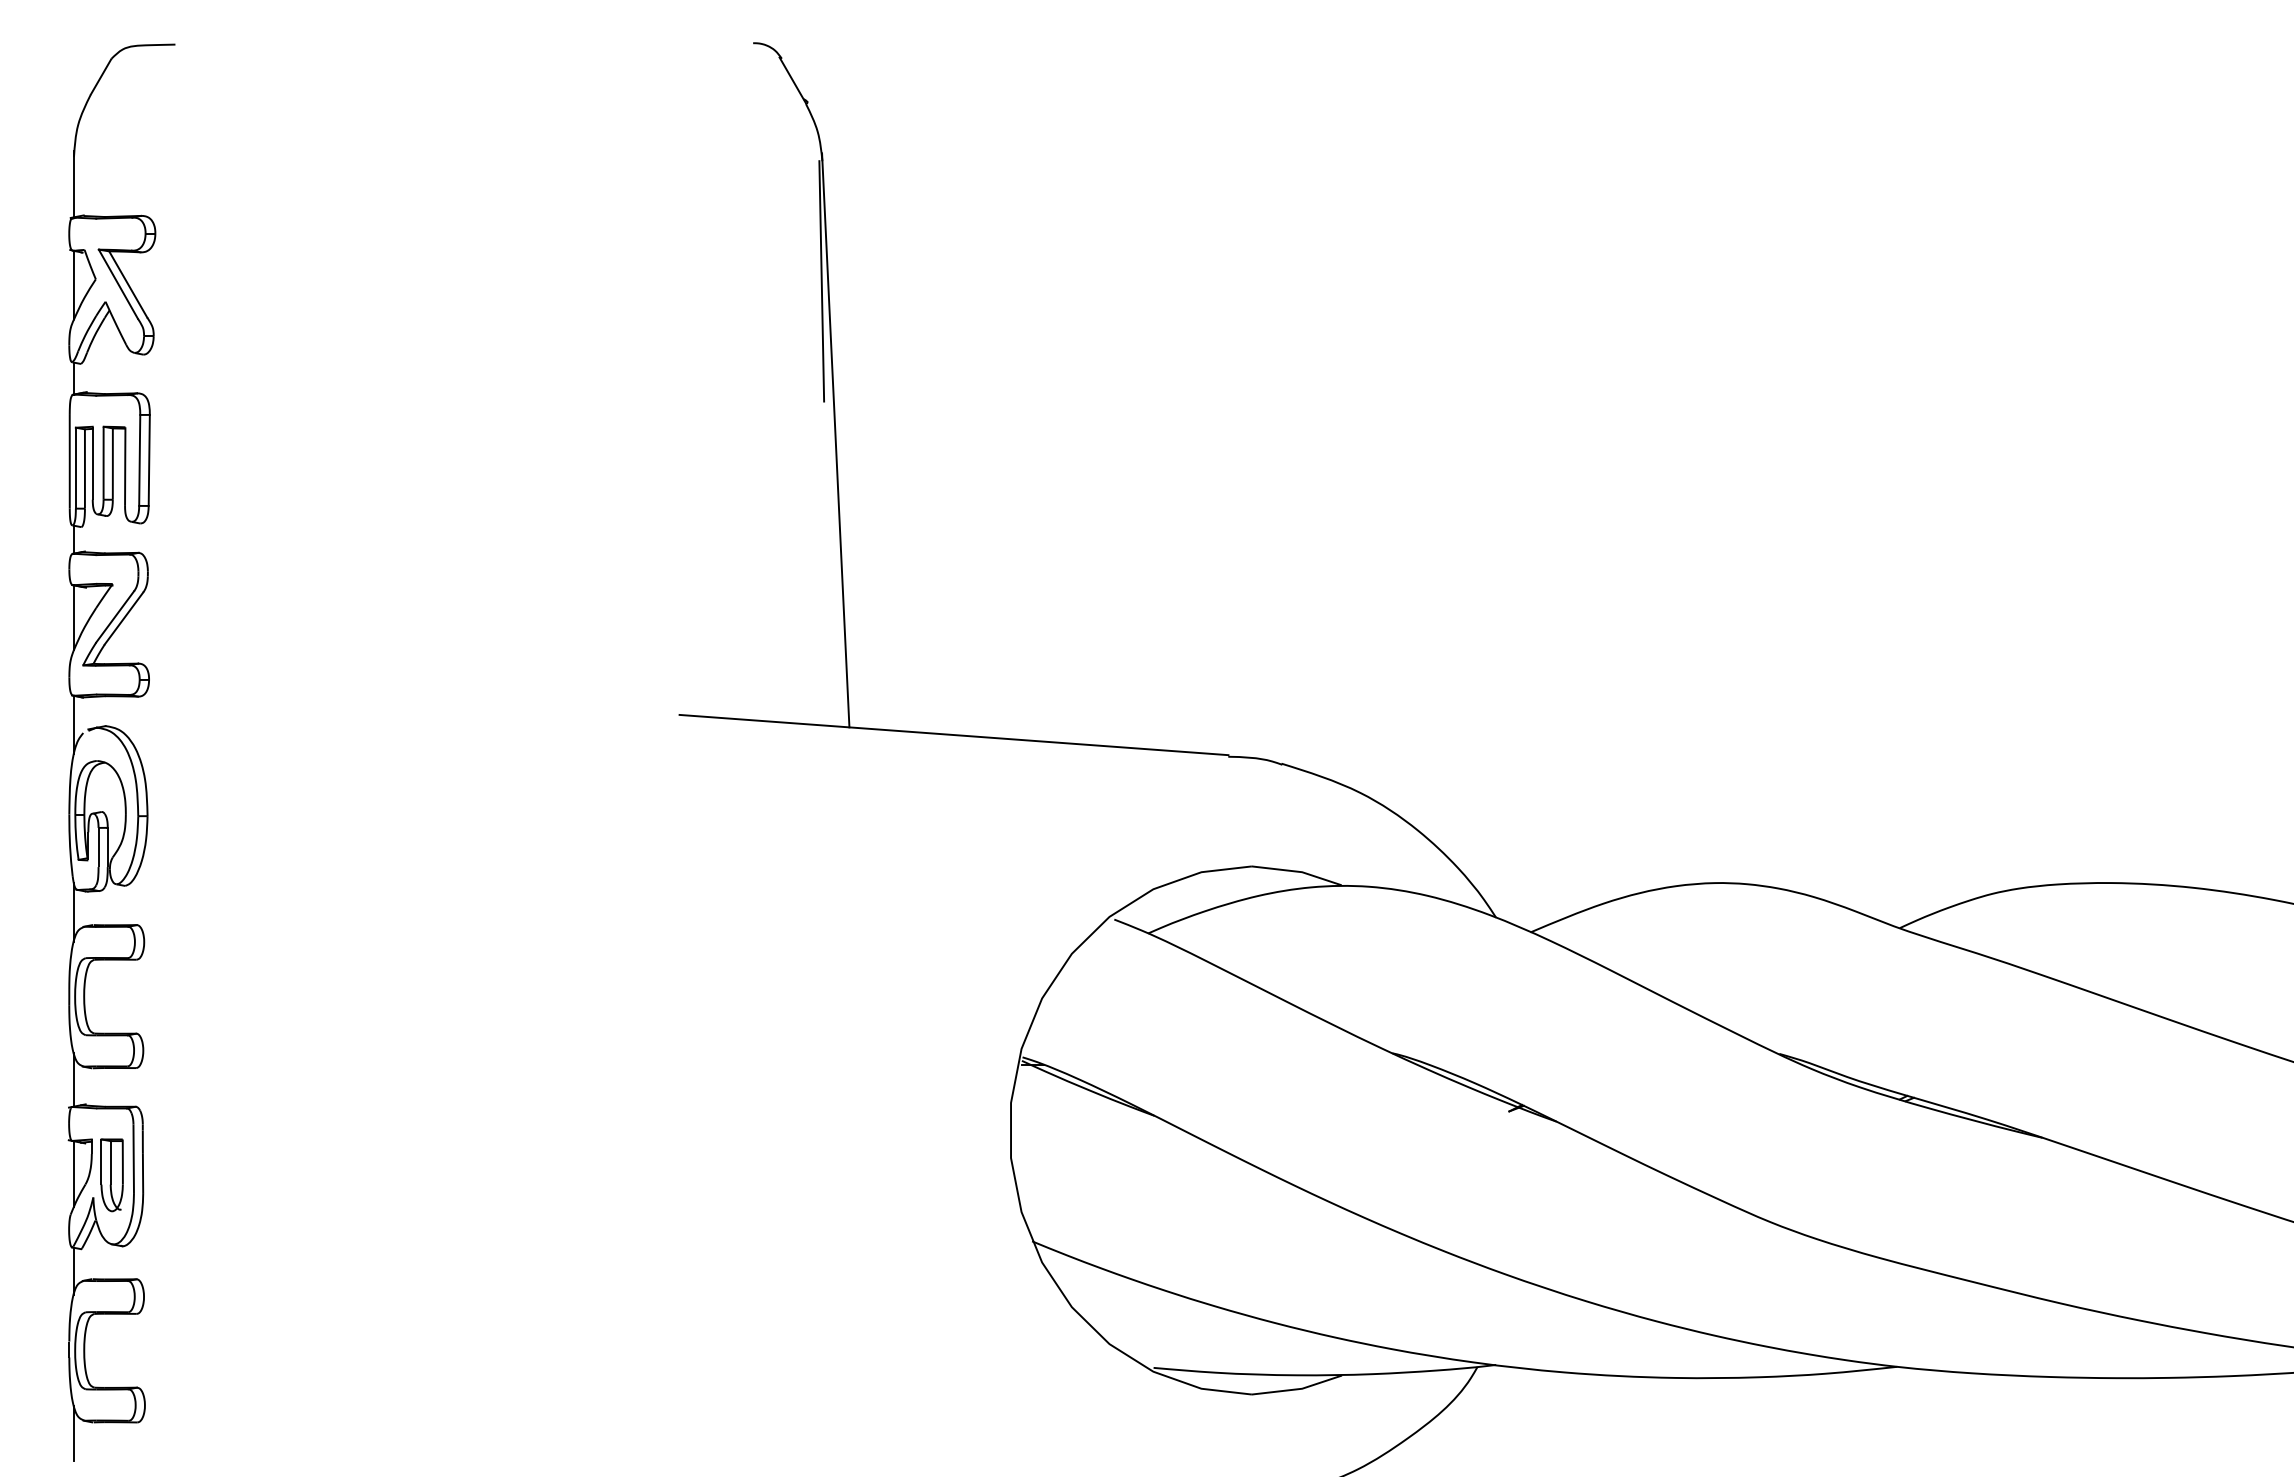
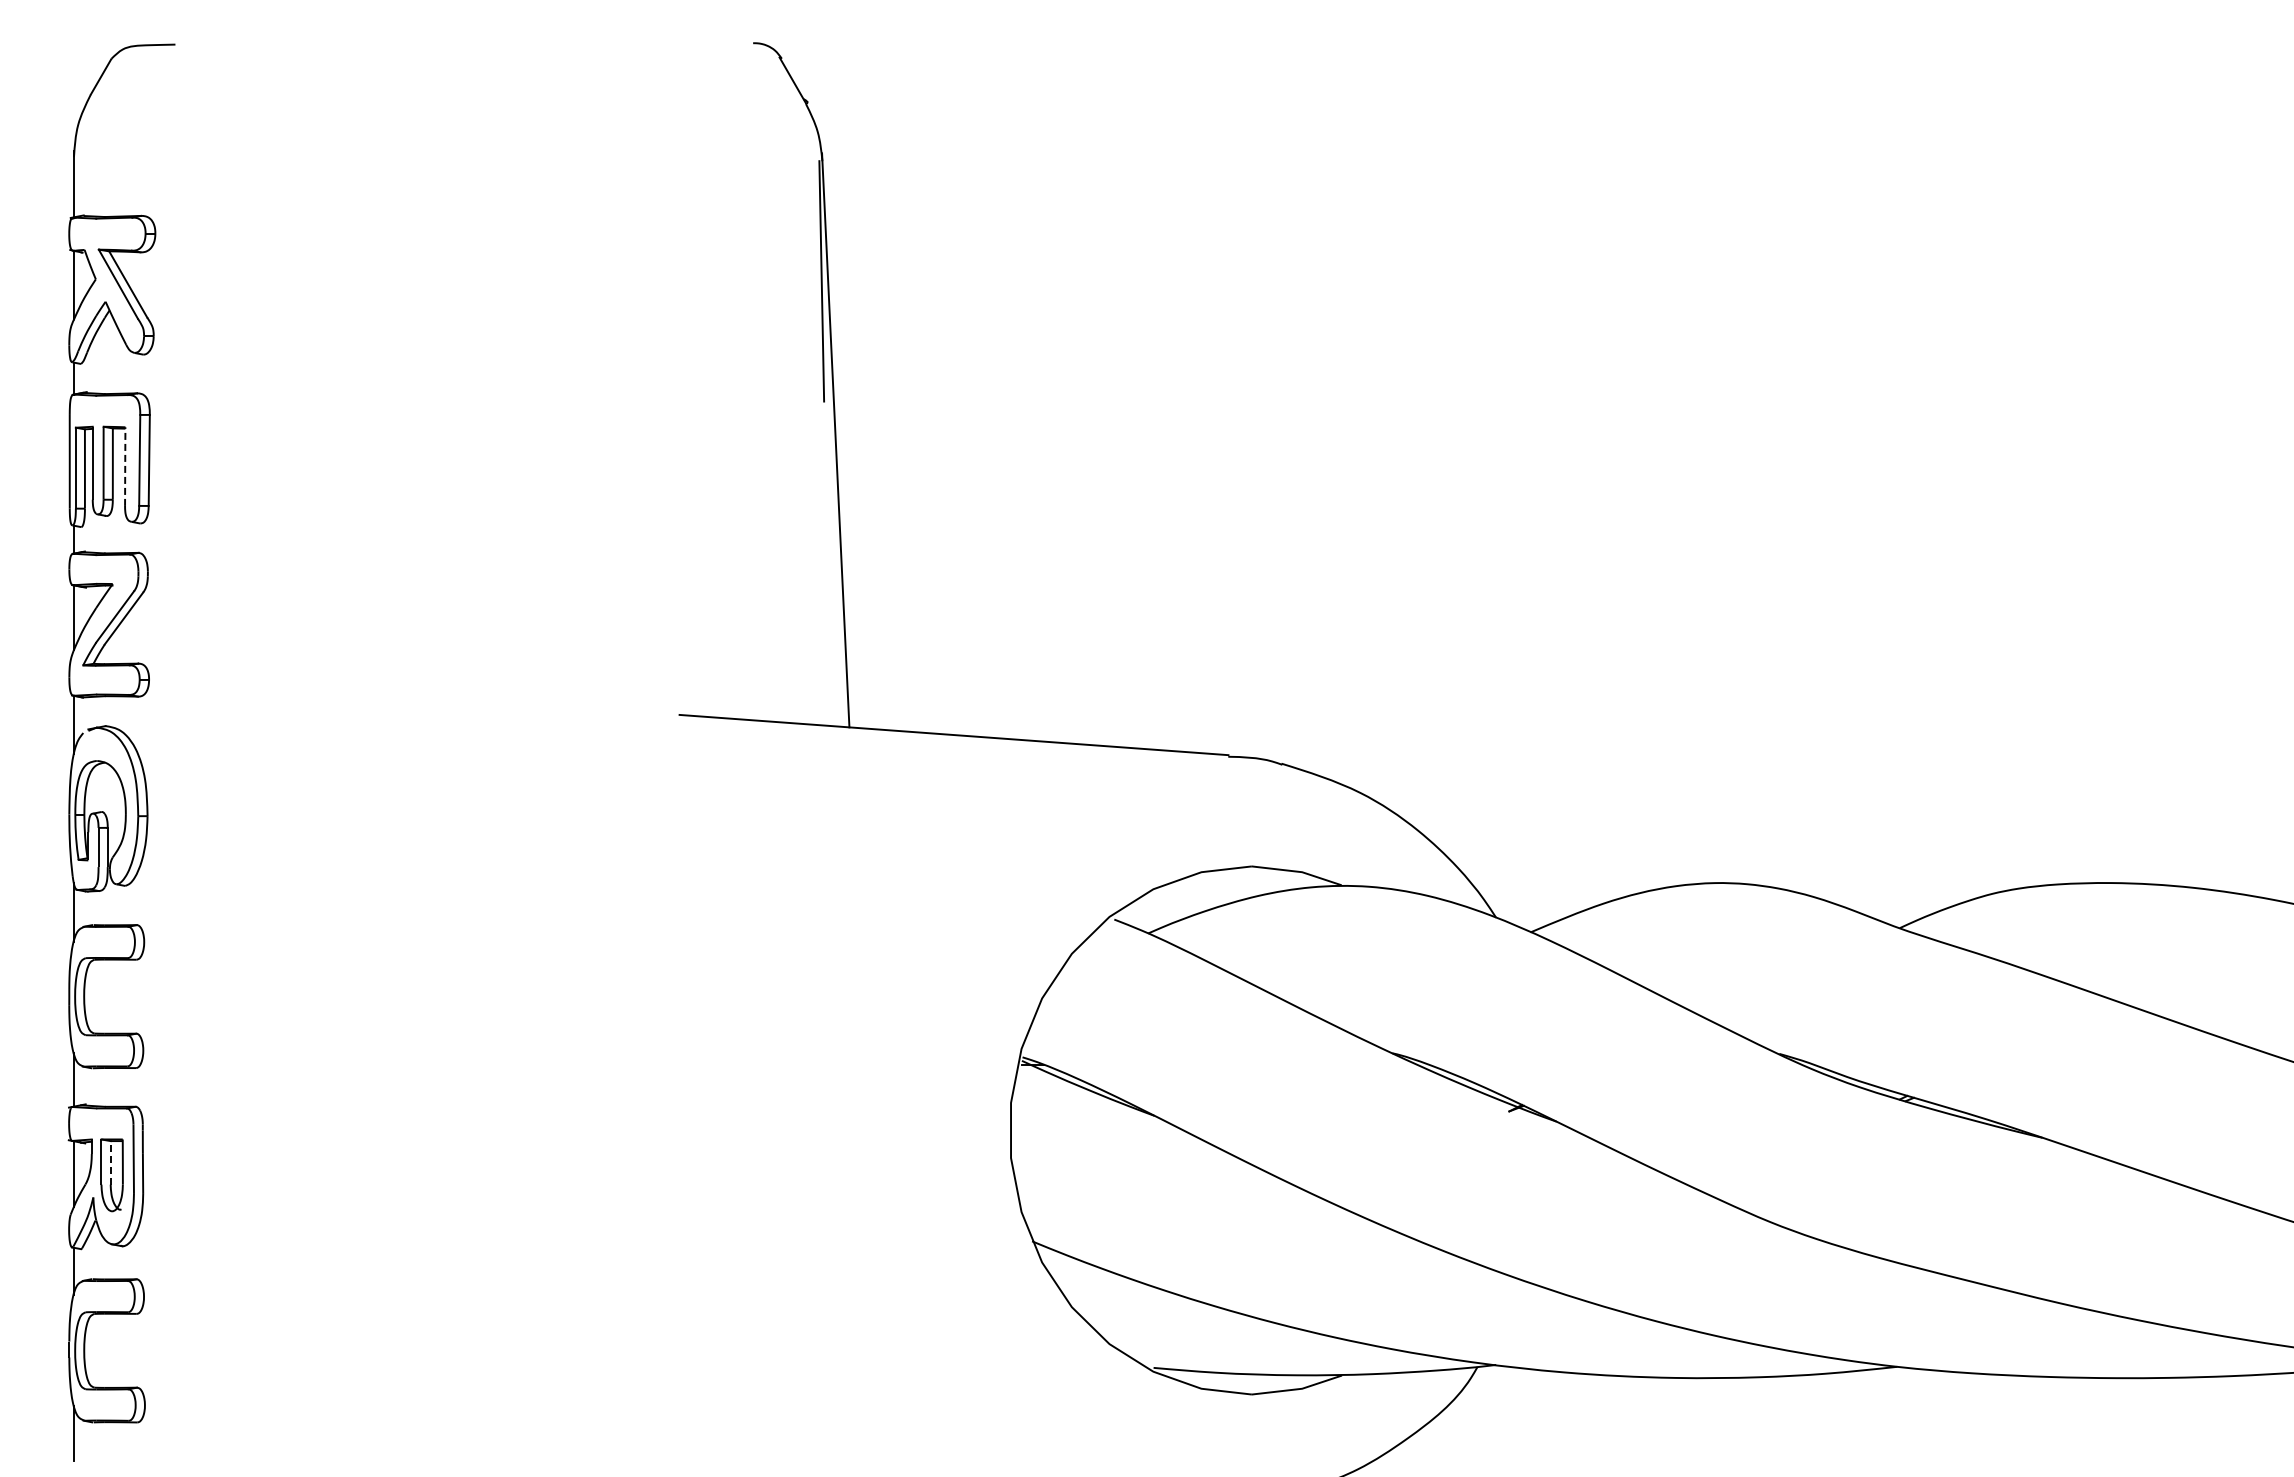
line at (125, 465): solid -> dashed
line at (110, 1162): solid -> dashed
